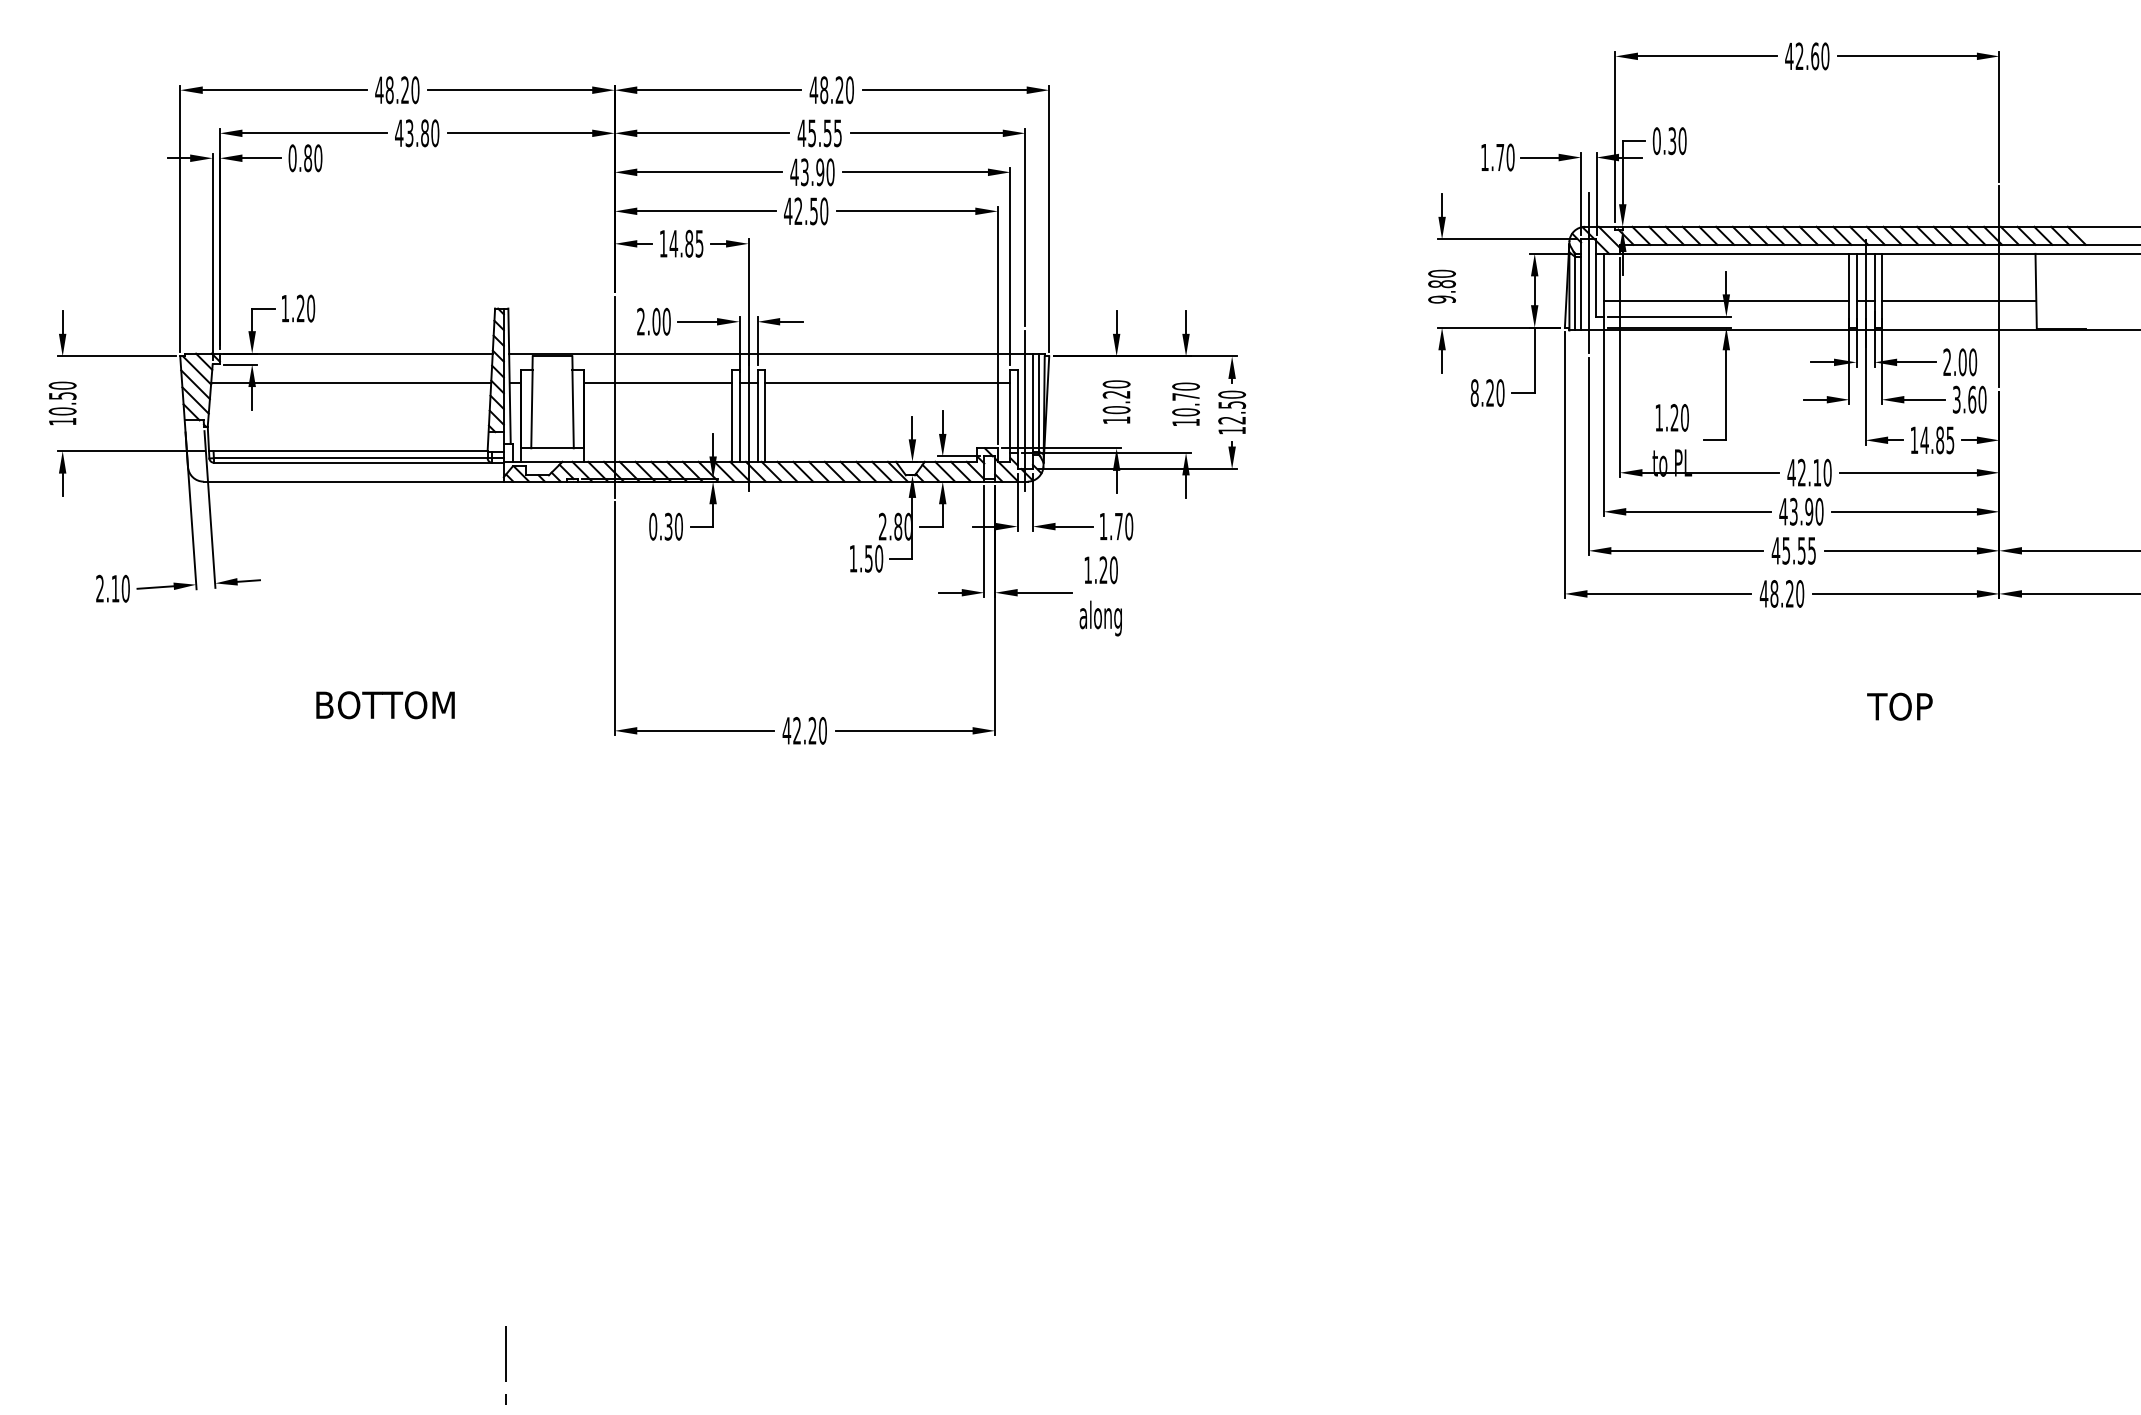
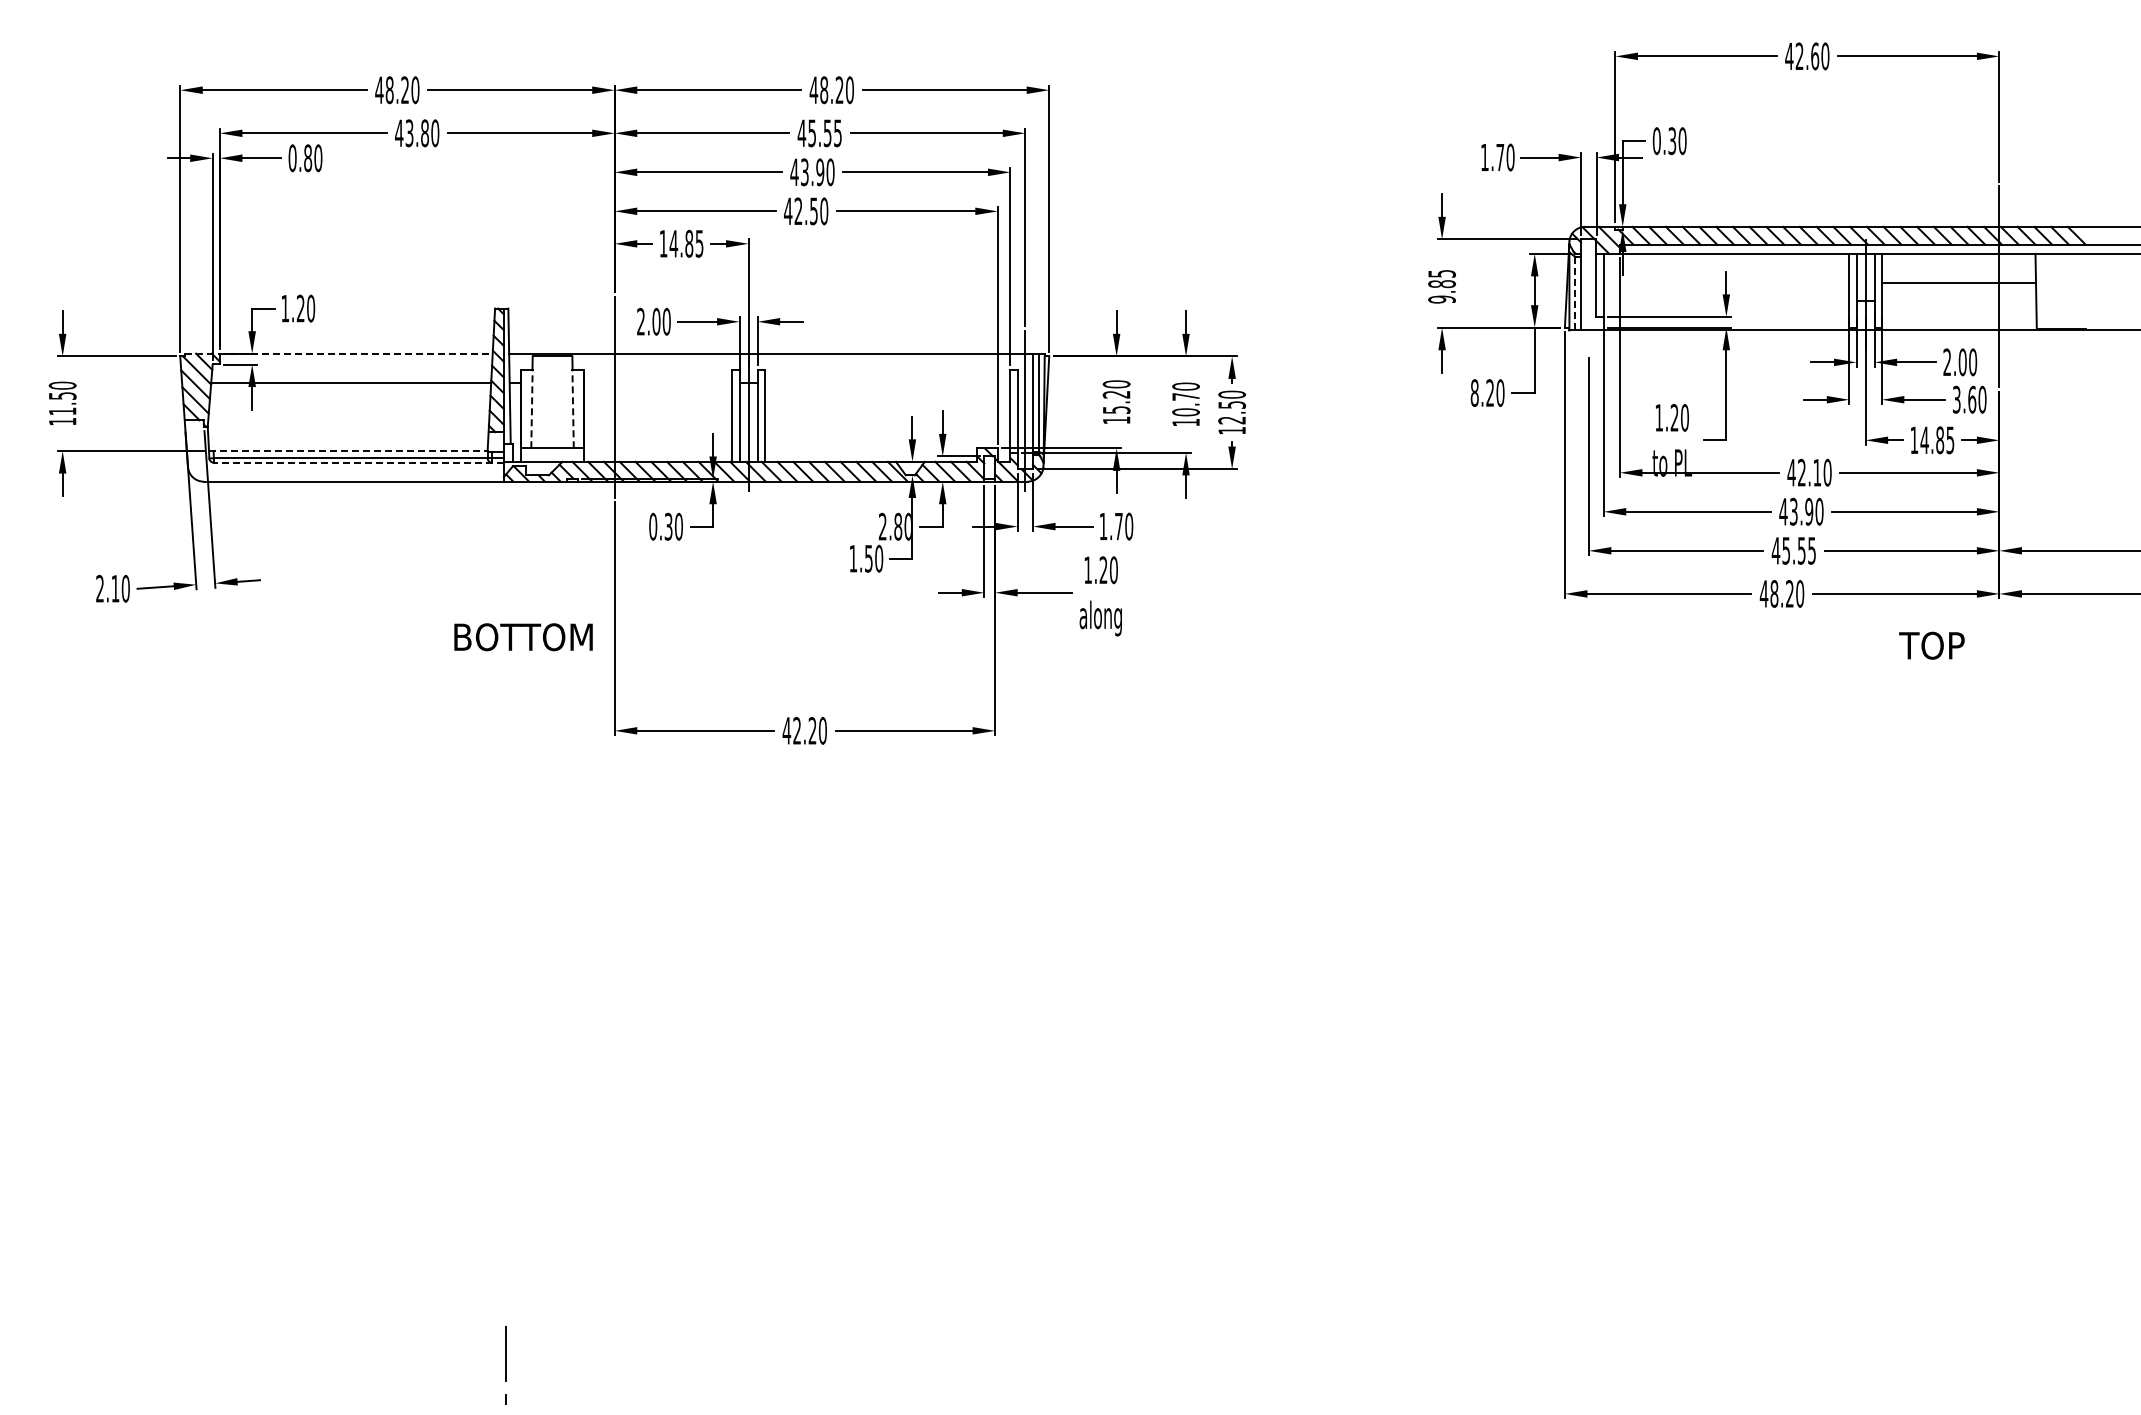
text at (1441, 273): 9.80 -> 9.85
line at (1588, 273): present -> none
line at (1574, 291): solid -> dashed
line at (1726, 300): present -> none
line at (1958, 300) position: (1958, 300) -> (1958, 282)
line at (338, 353): solid -> dashed
line at (658, 383): present -> none
line at (887, 383): present -> none
line at (531, 408): solid -> dashed
line at (573, 408): solid -> dashed
text at (1116, 410): 10.20 -> 15.20
text at (62, 411): 10.50 -> 11.50
line at (348, 451): solid -> dashed
line at (358, 462): solid -> dashed
text at (385, 705) position: (385, 705) -> (523, 637)
text at (1899, 706) position: (1899, 706) -> (1931, 645)
